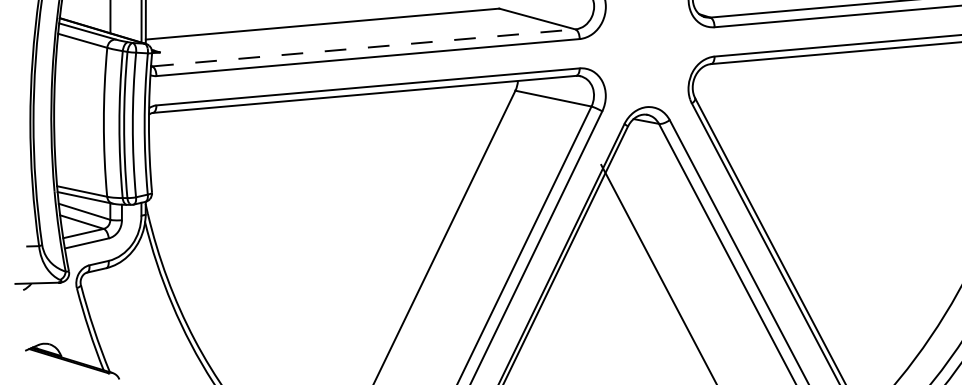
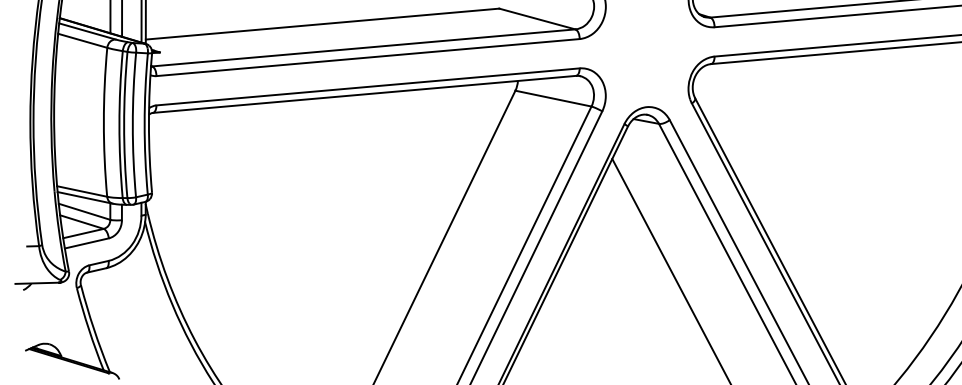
line at (122, 19): none -> present
line at (364, 47): dashed -> solid
line at (658, 272) position: (658, 272) -> (670, 269)
